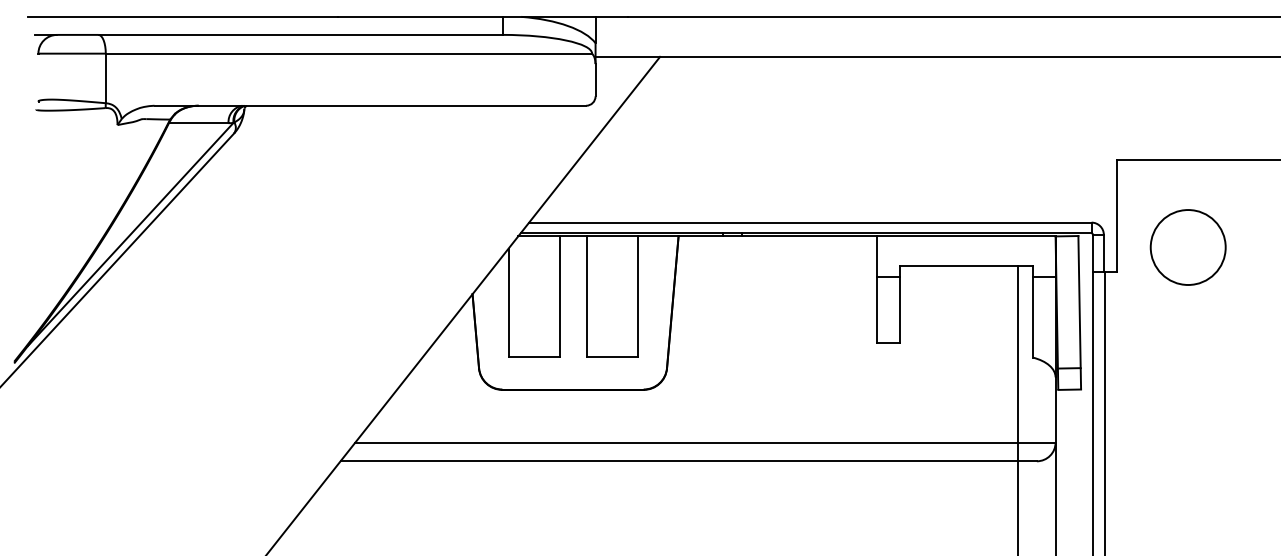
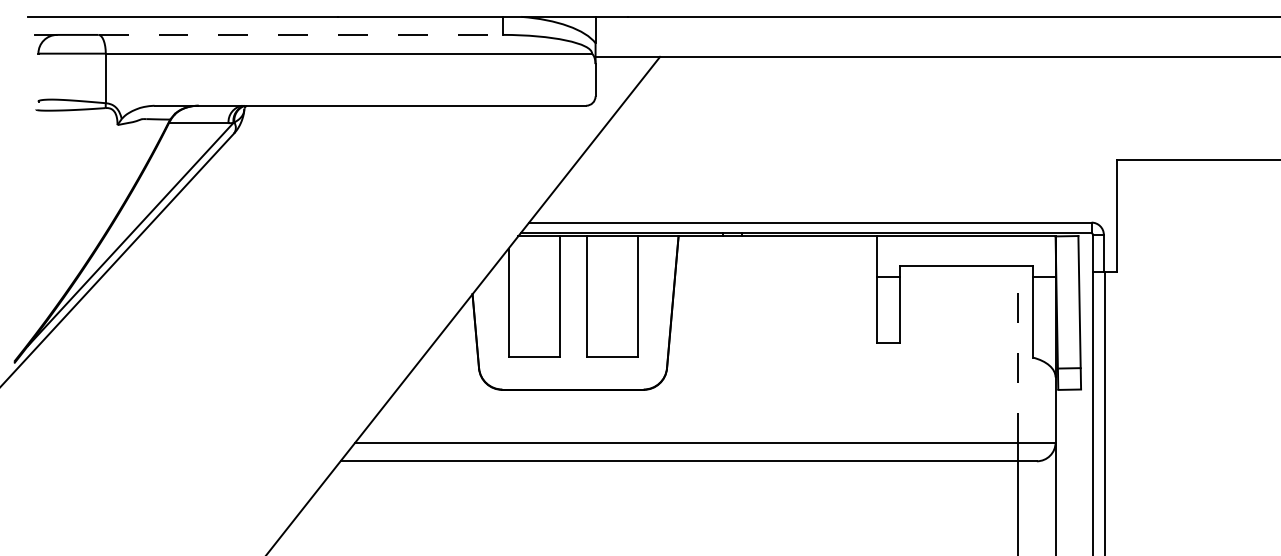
line at (301, 34): solid -> dashed
circle at (1187, 247): present -> none
line at (1018, 353): solid -> dashed
